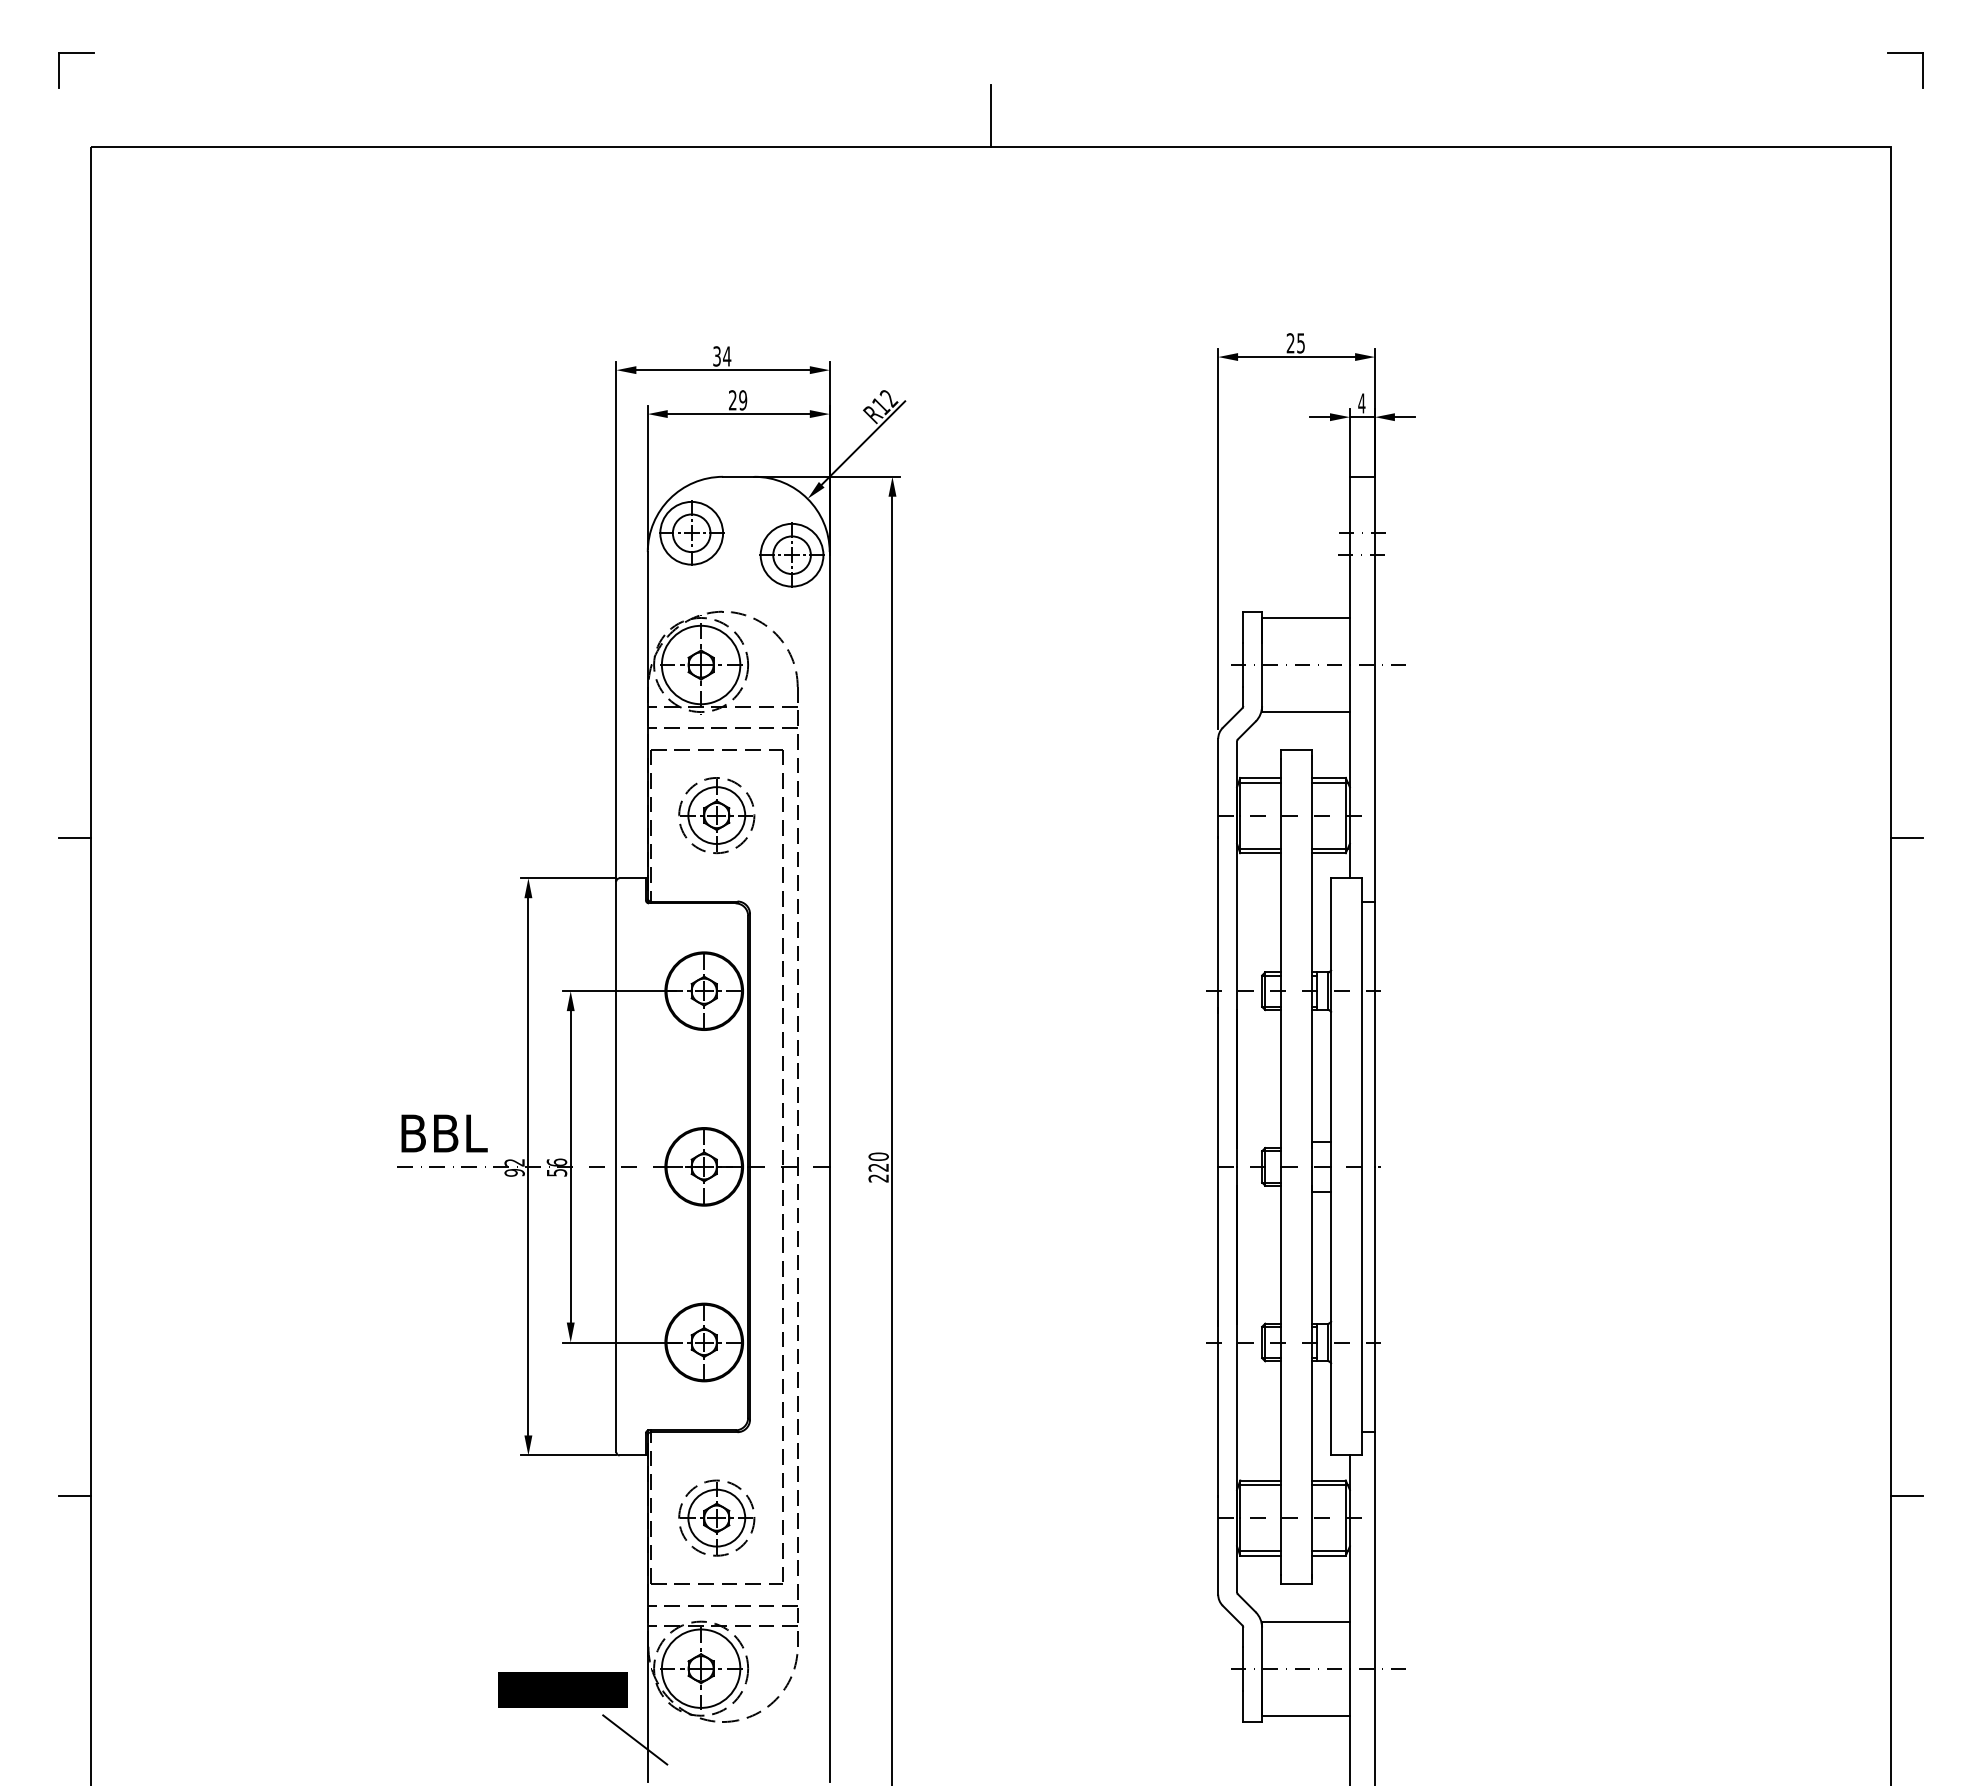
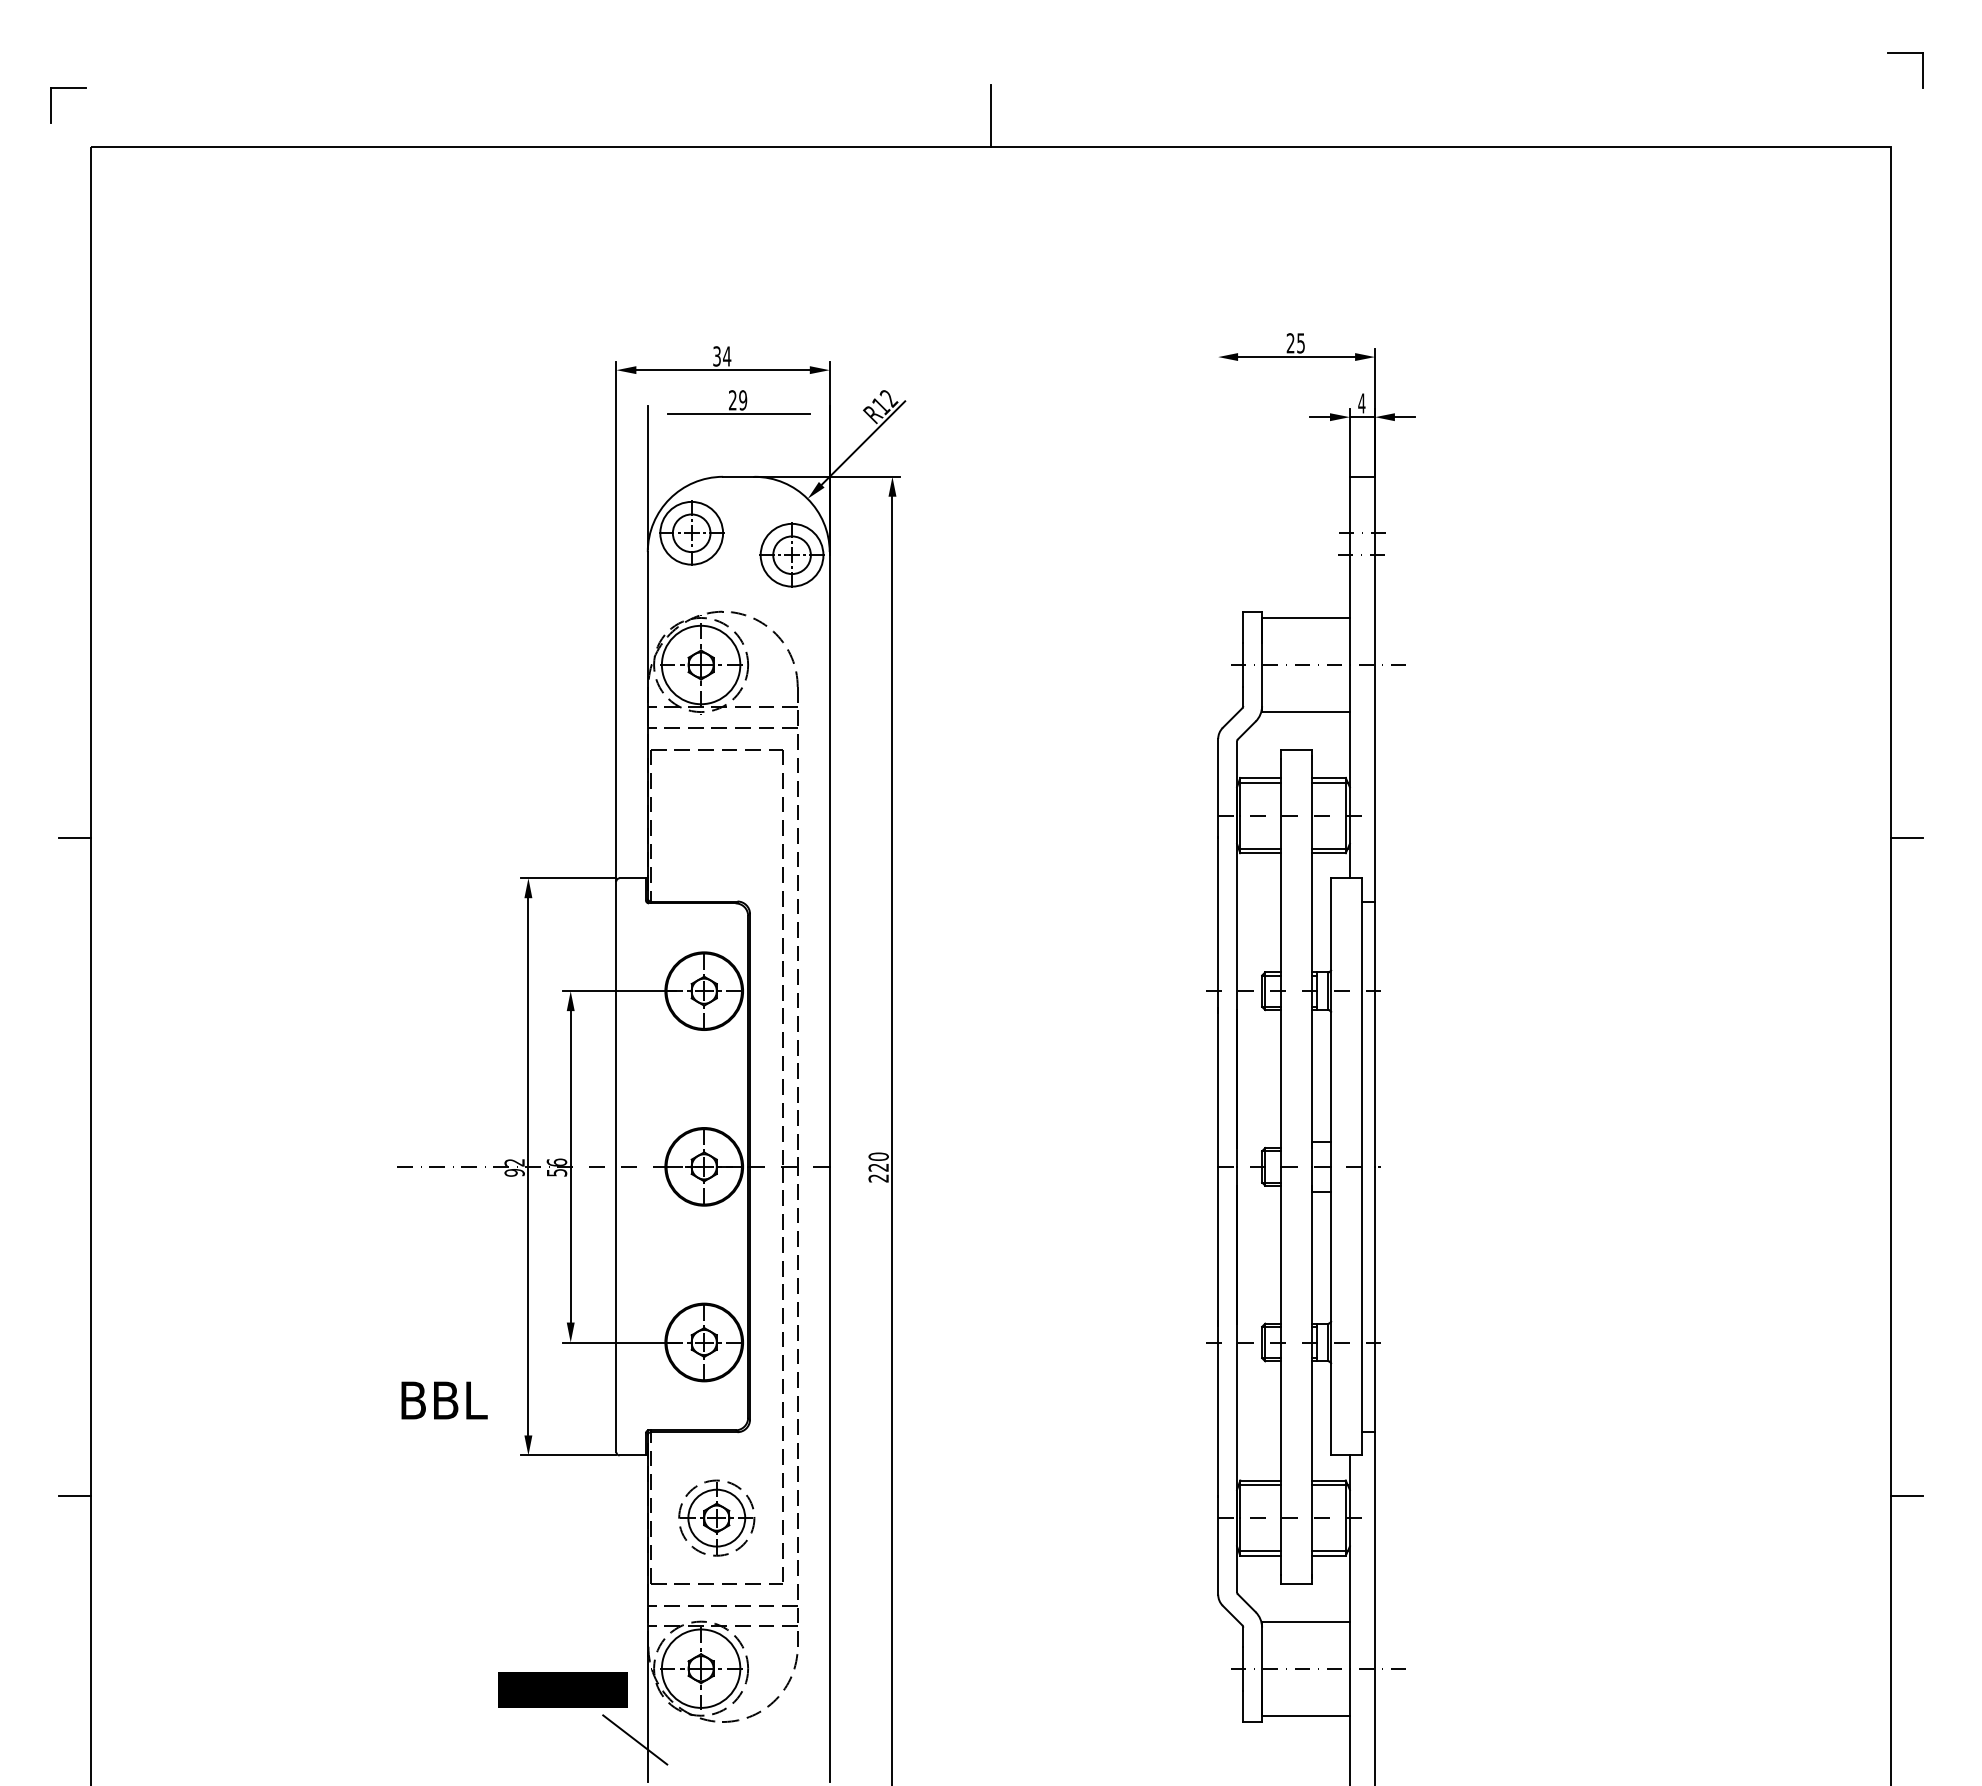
part at (76, 53) position: (76, 53) -> (68, 88)
fill at (657, 414): present -> none
fill at (819, 414): present -> none
line at (1218, 539): present -> none
part at (716, 815): present -> none
text at (444, 1133) position: (444, 1133) -> (444, 1400)
